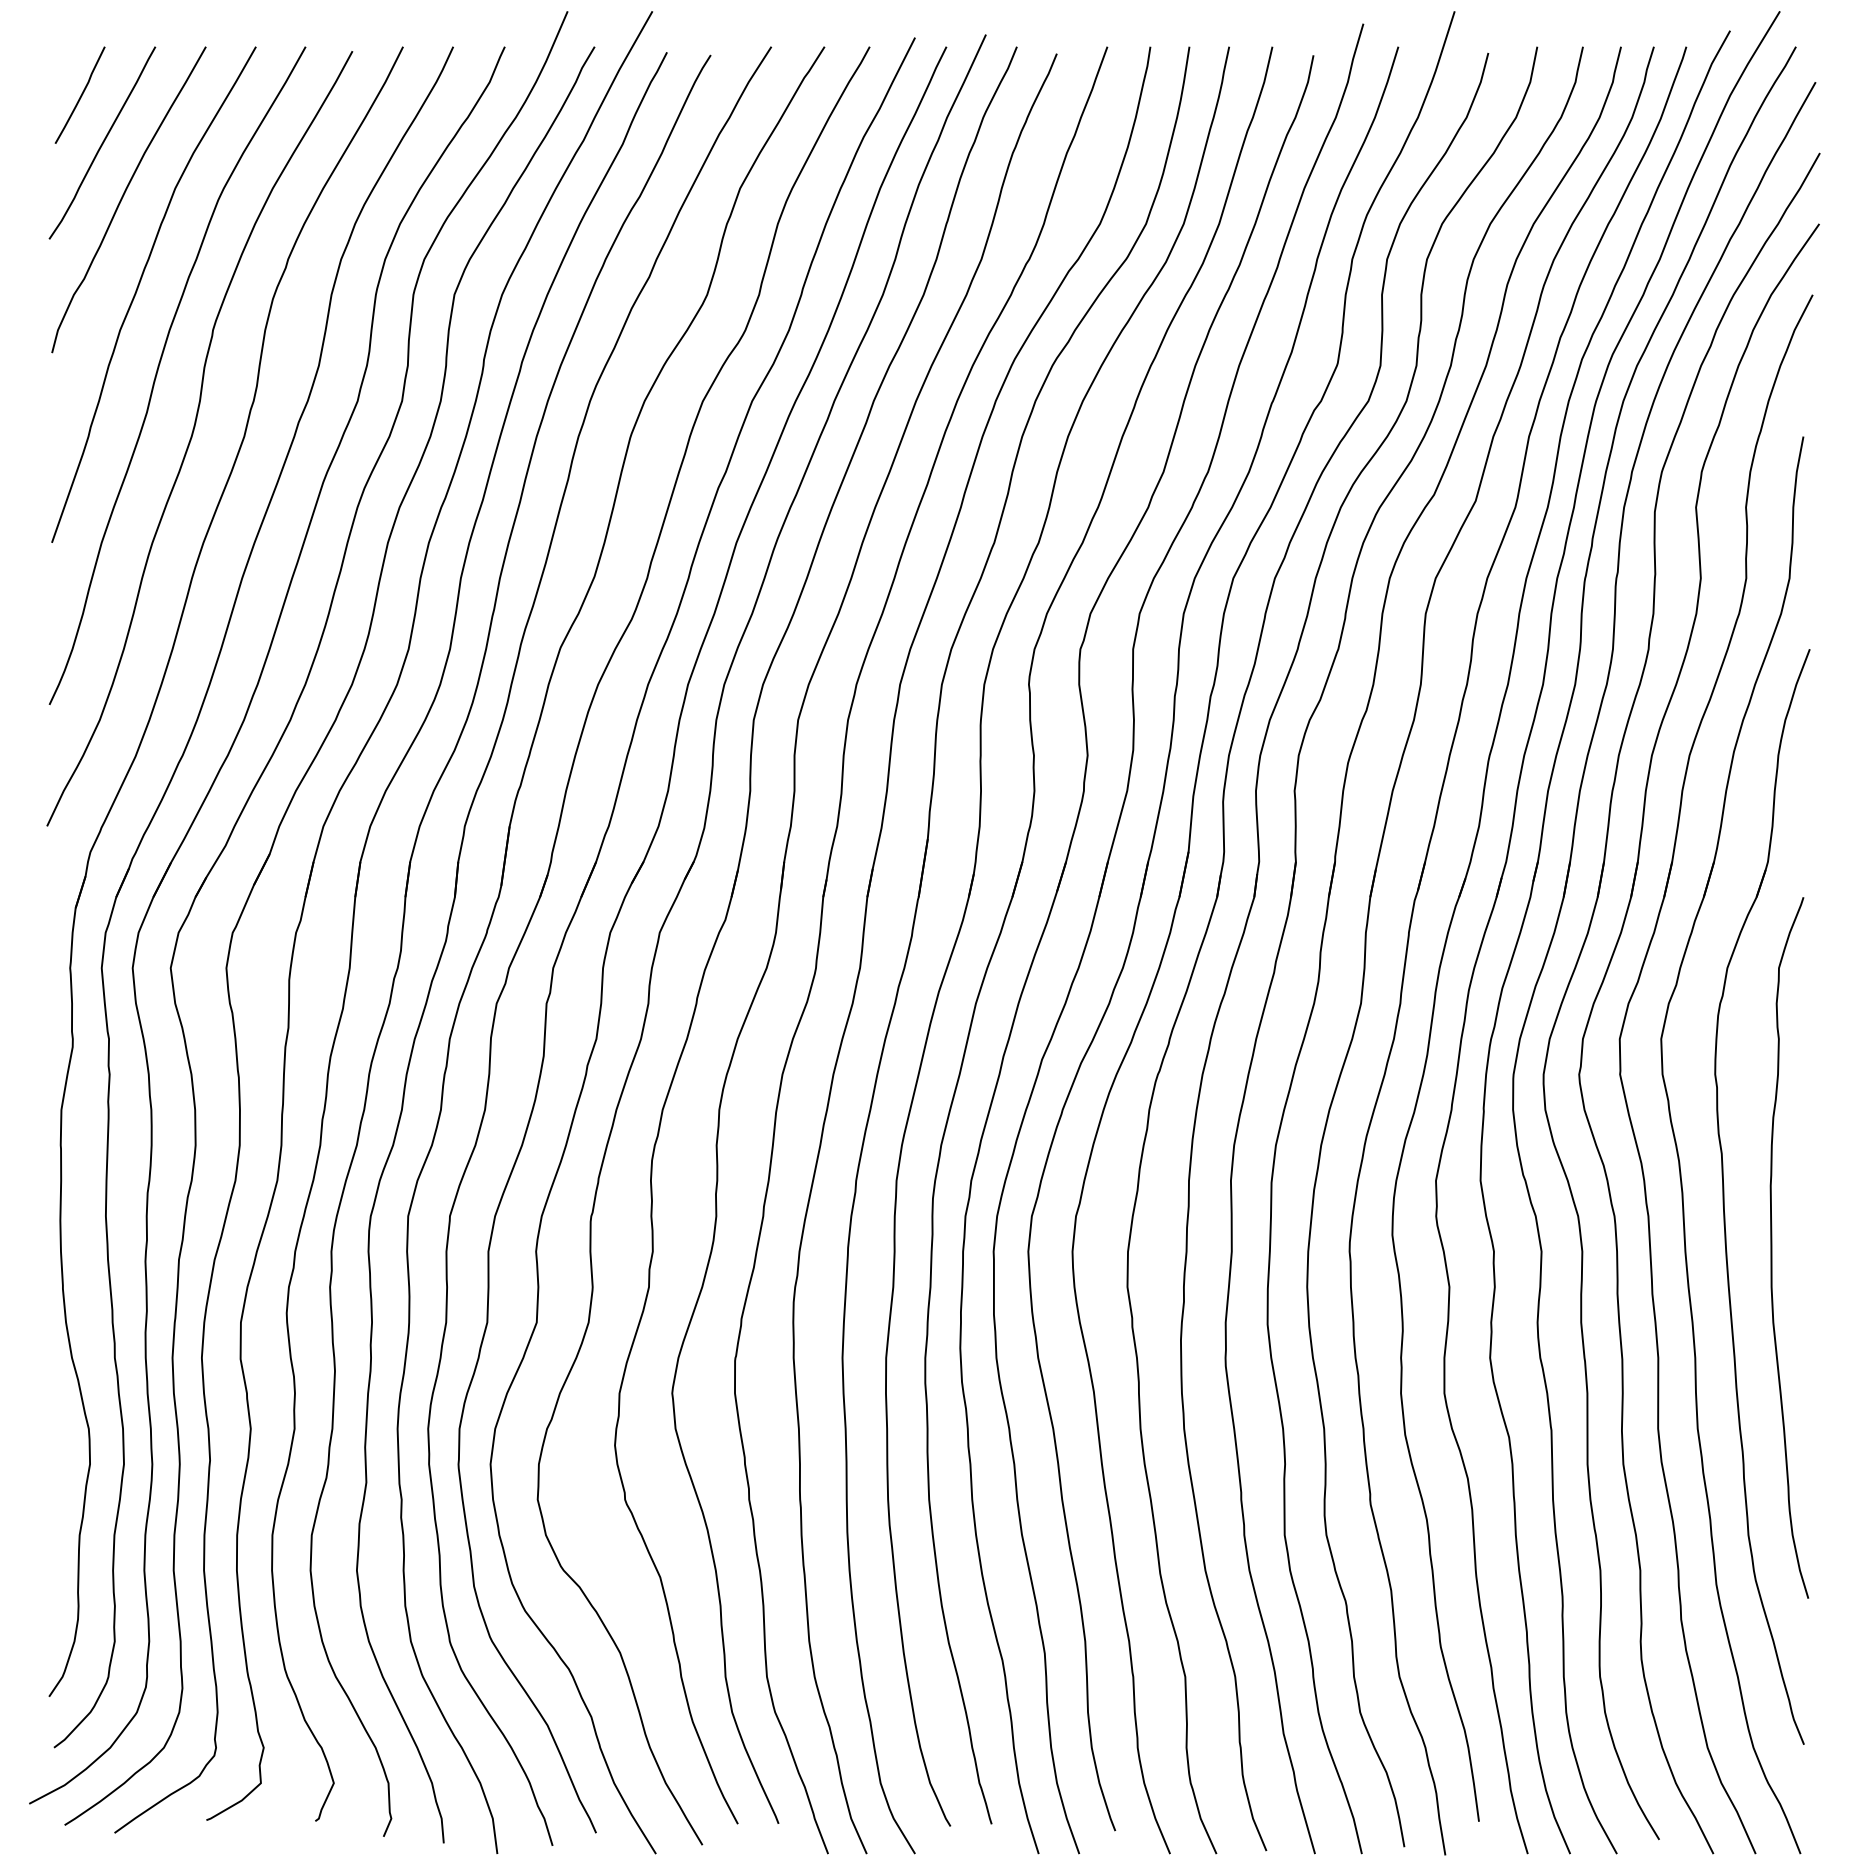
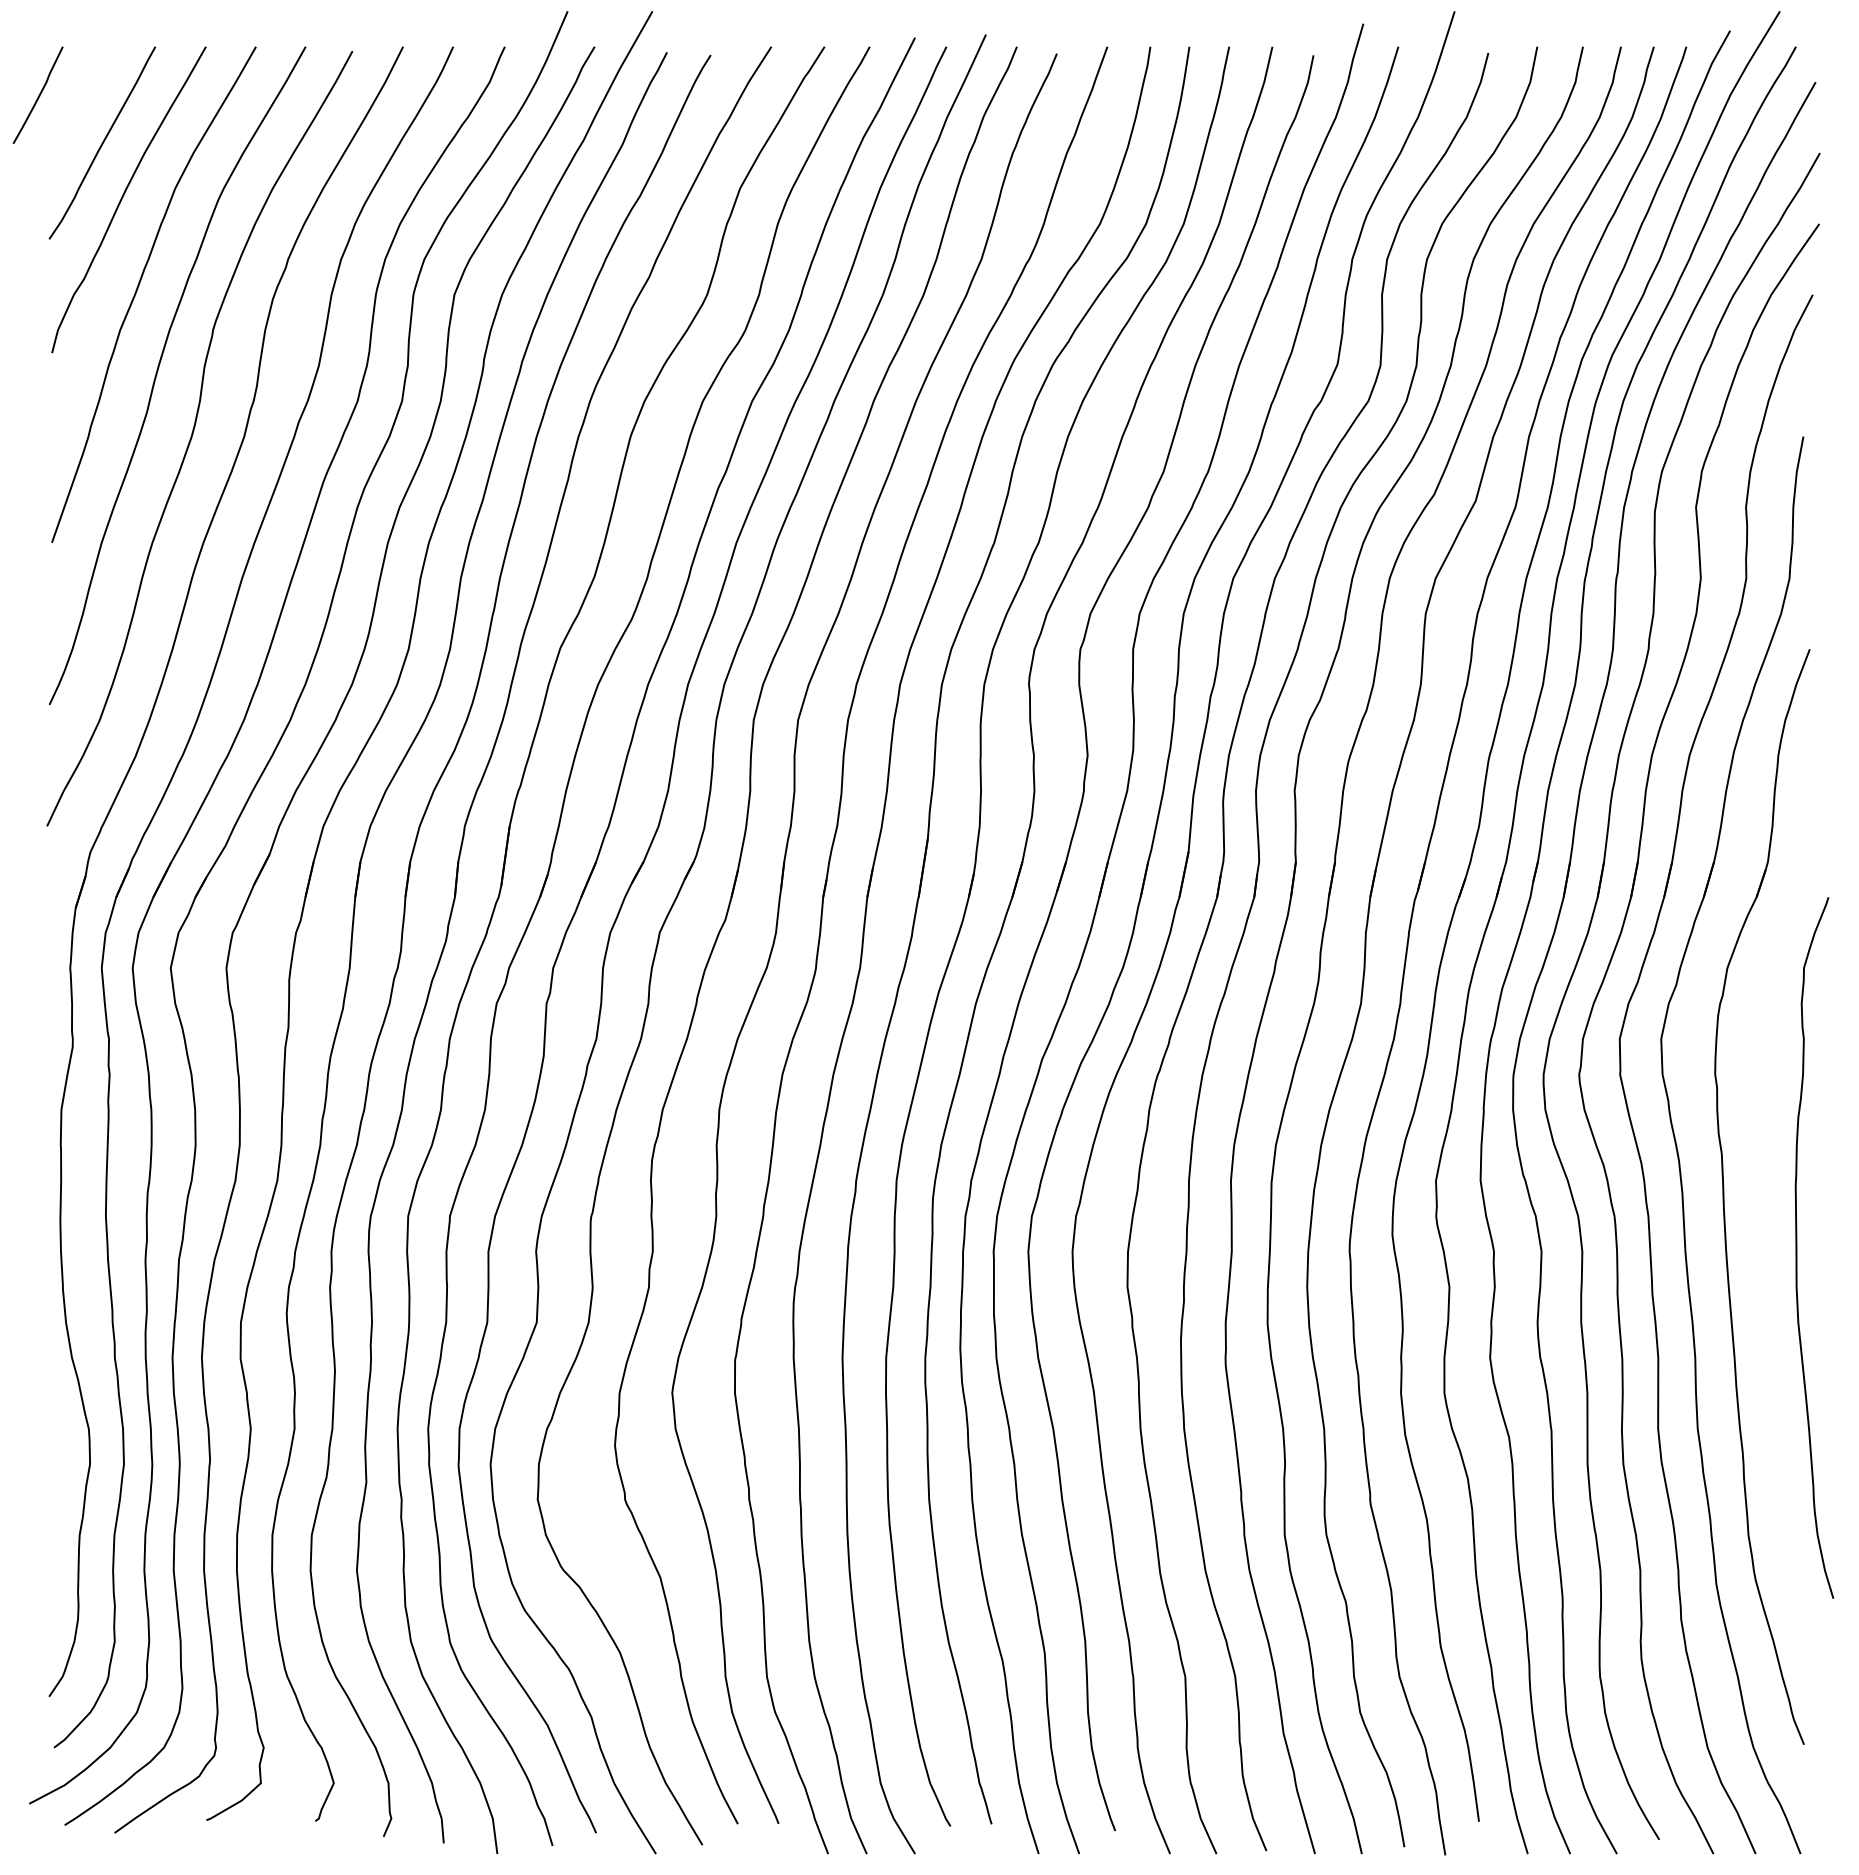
curve at (80, 95) position: (80, 95) -> (38, 95)
curve at (1772, 1247) position: (1772, 1247) -> (1797, 1247)
